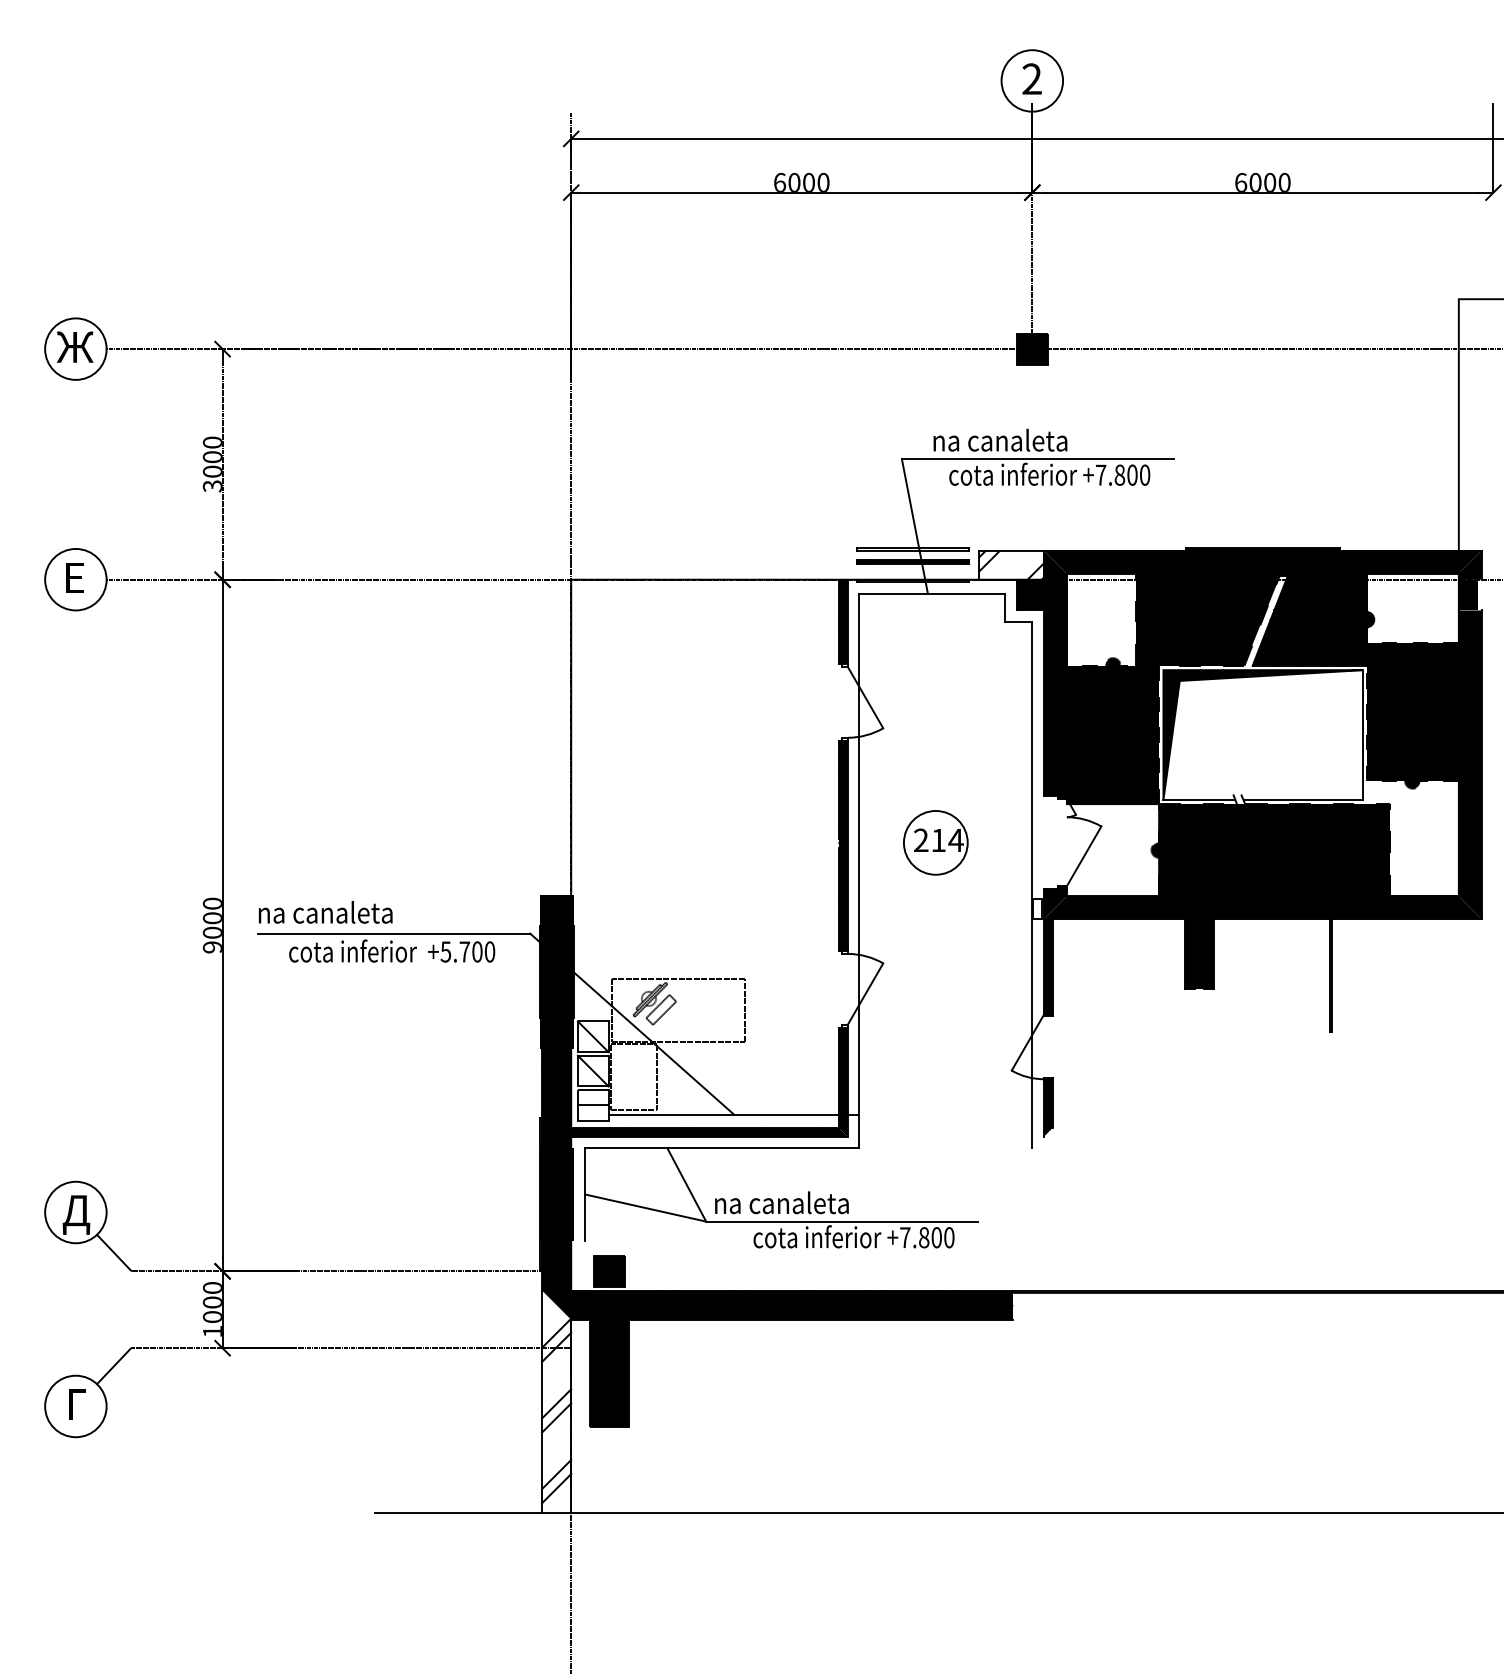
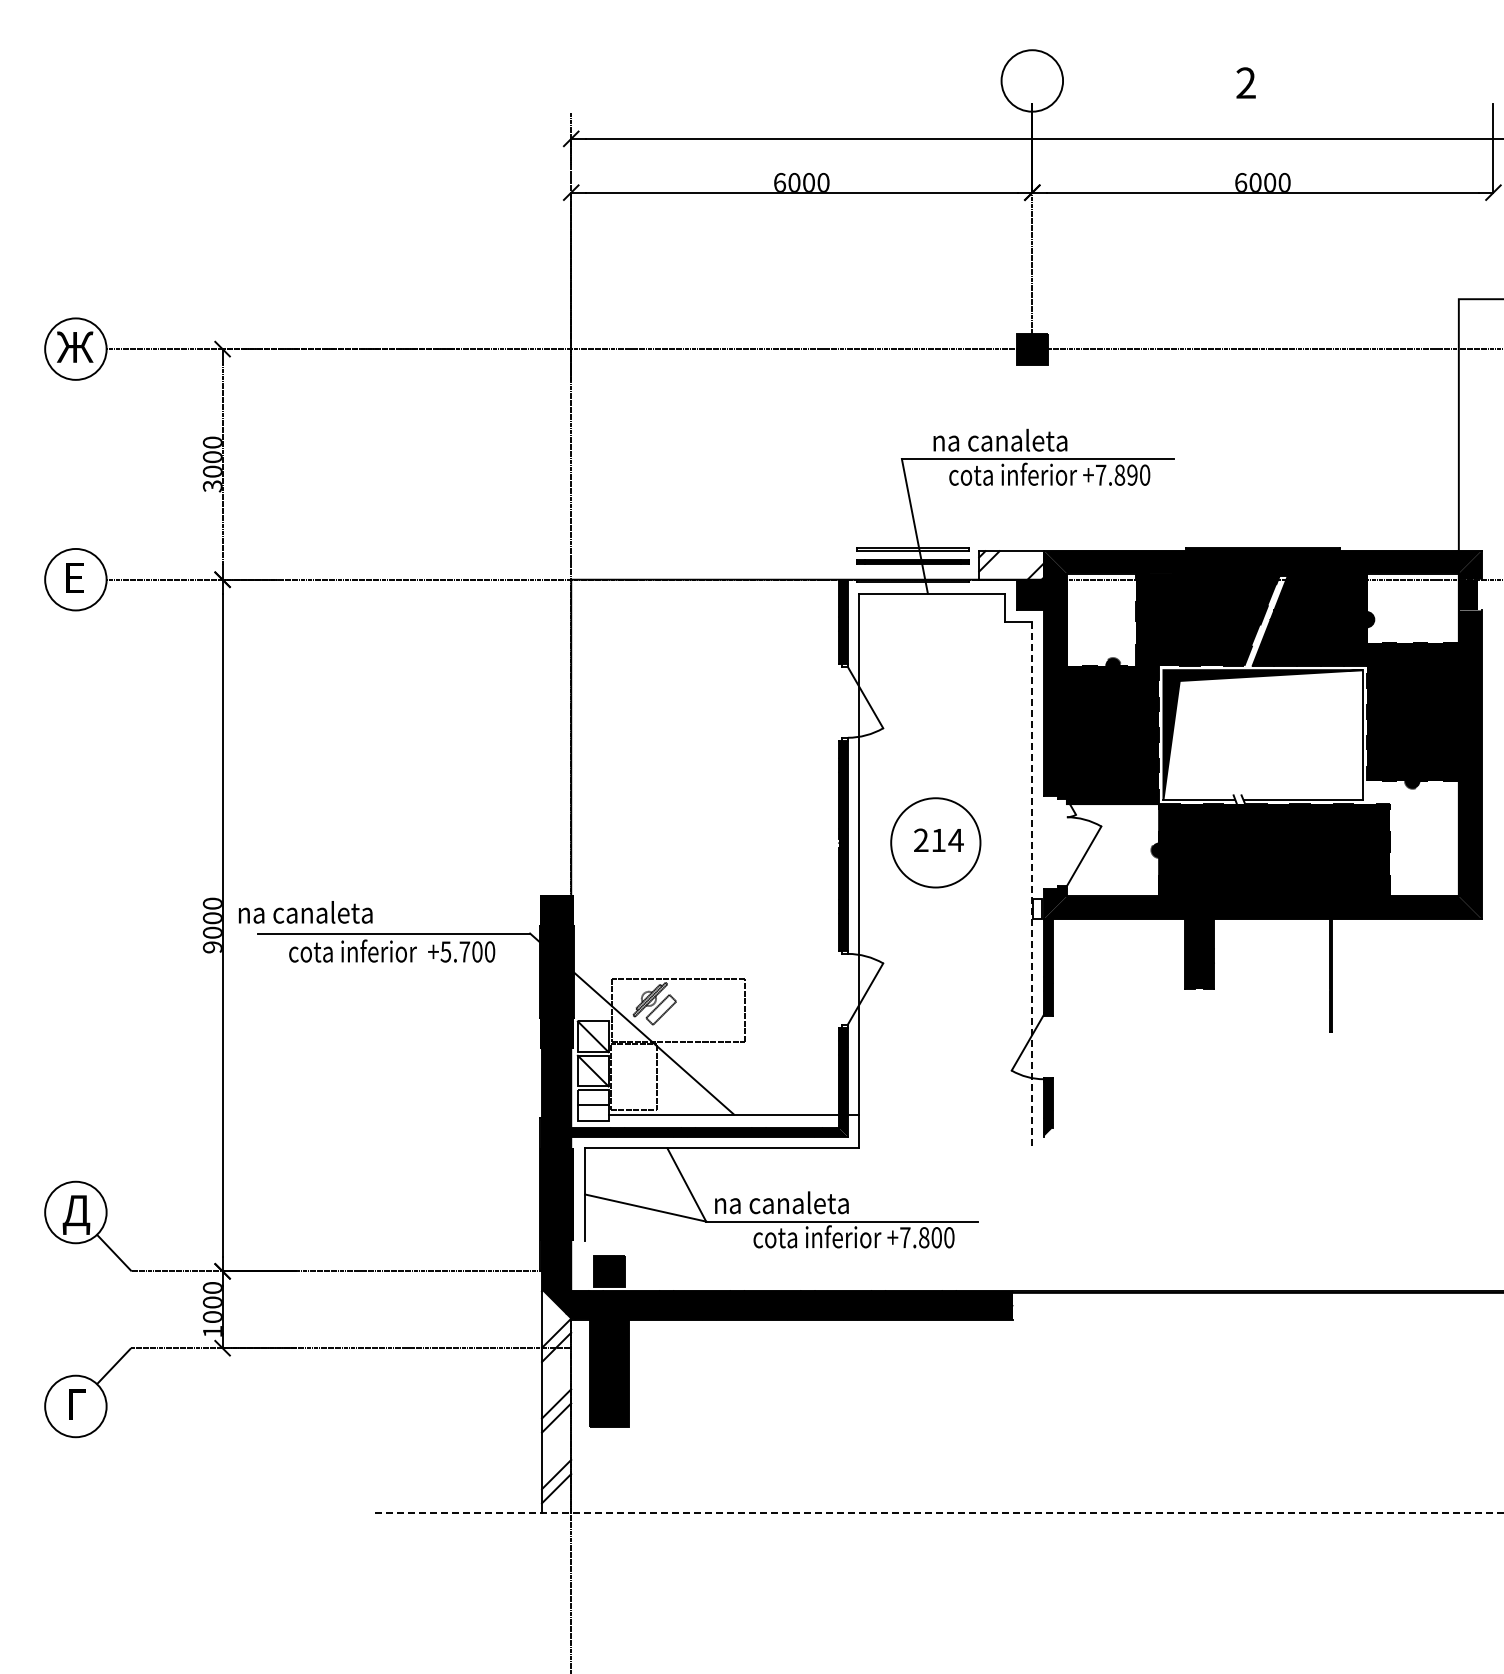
text at (1031, 78) position: (1031, 78) -> (1245, 82)
text at (1132, 474): +7.800 -> +7.890
circle at (935, 842) diameter: 64 px -> 89 px
line at (1032, 885): solid -> dashed
text at (325, 912) position: (325, 912) -> (305, 912)
line at (939, 1512): solid -> dashed
